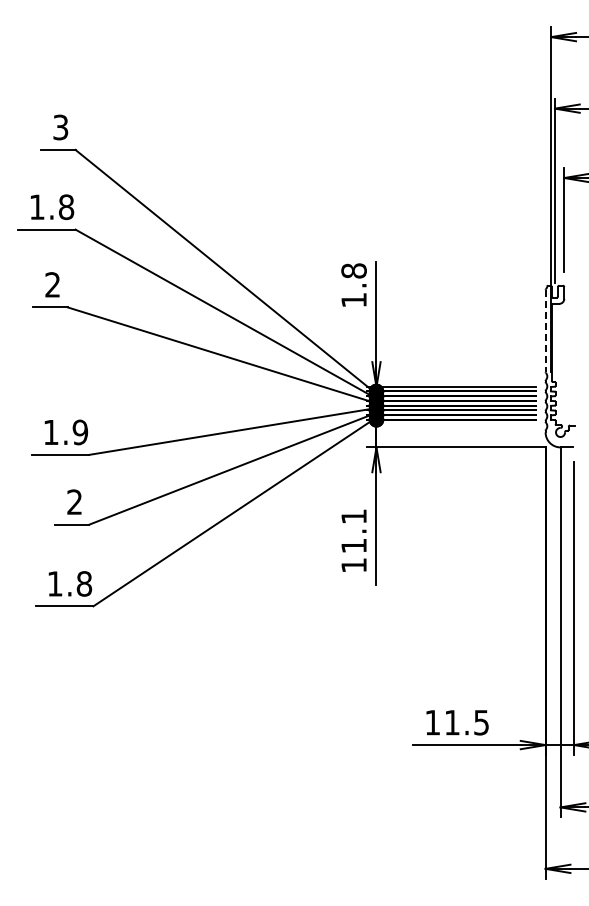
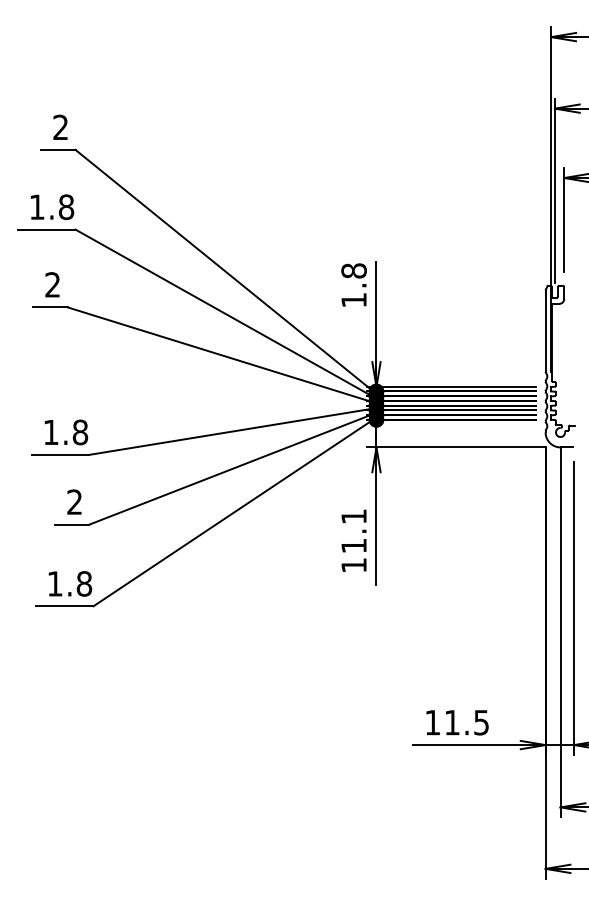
text at (60, 127): 3 -> 2
line at (545, 331): dashed -> solid
text at (80, 432): 1.9 -> 1.8
